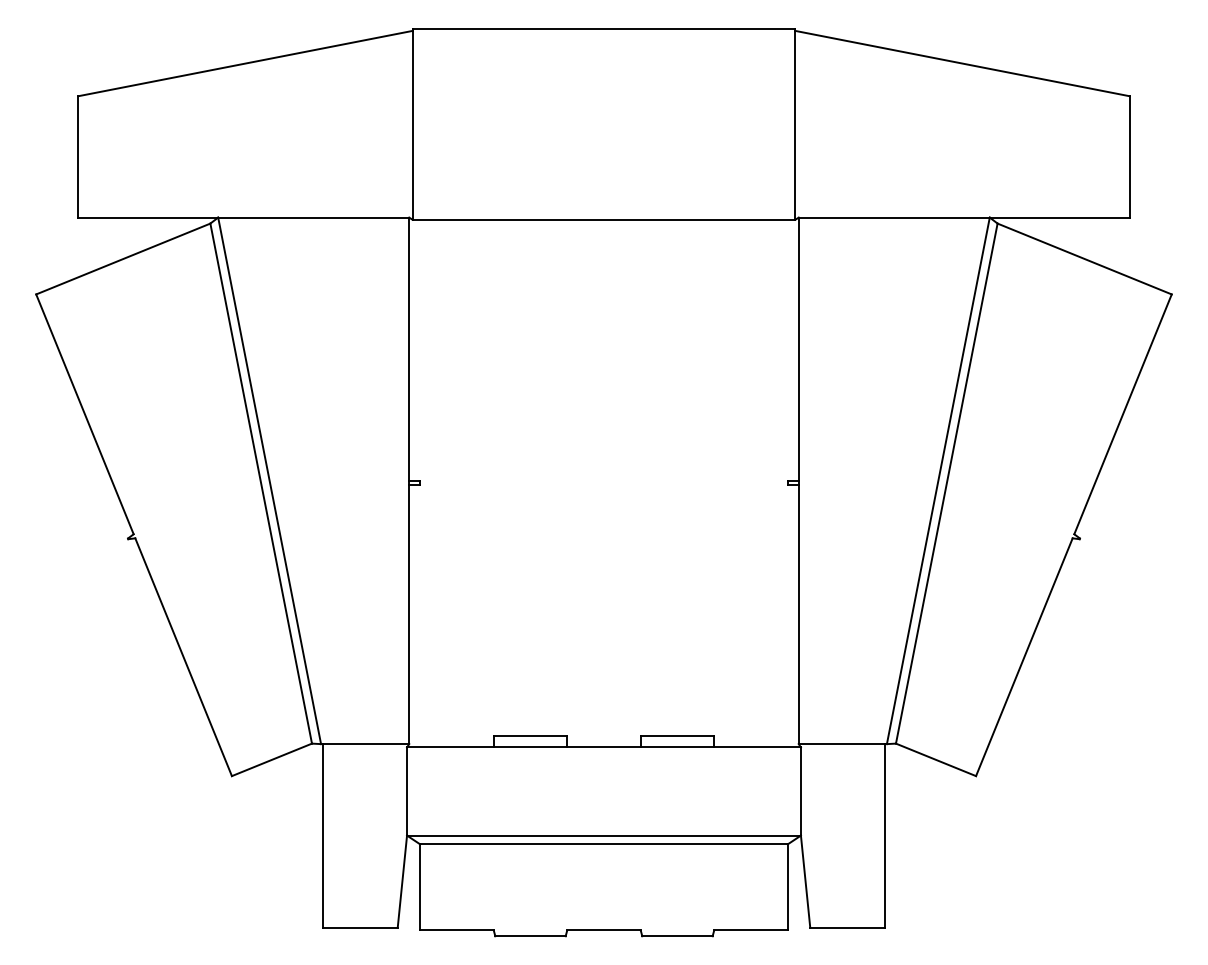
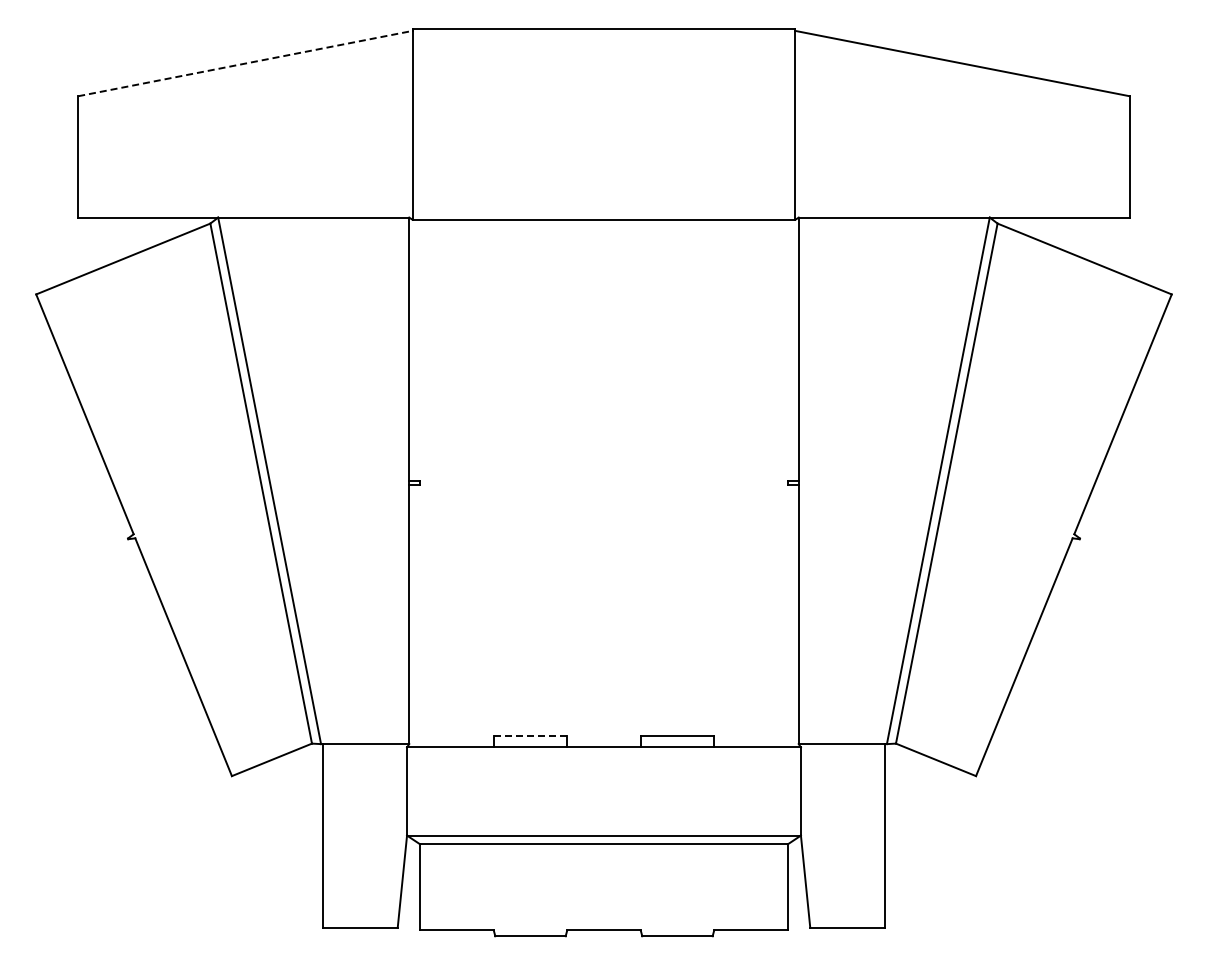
line at (245, 63): solid -> dashed
line at (530, 736): solid -> dashed
